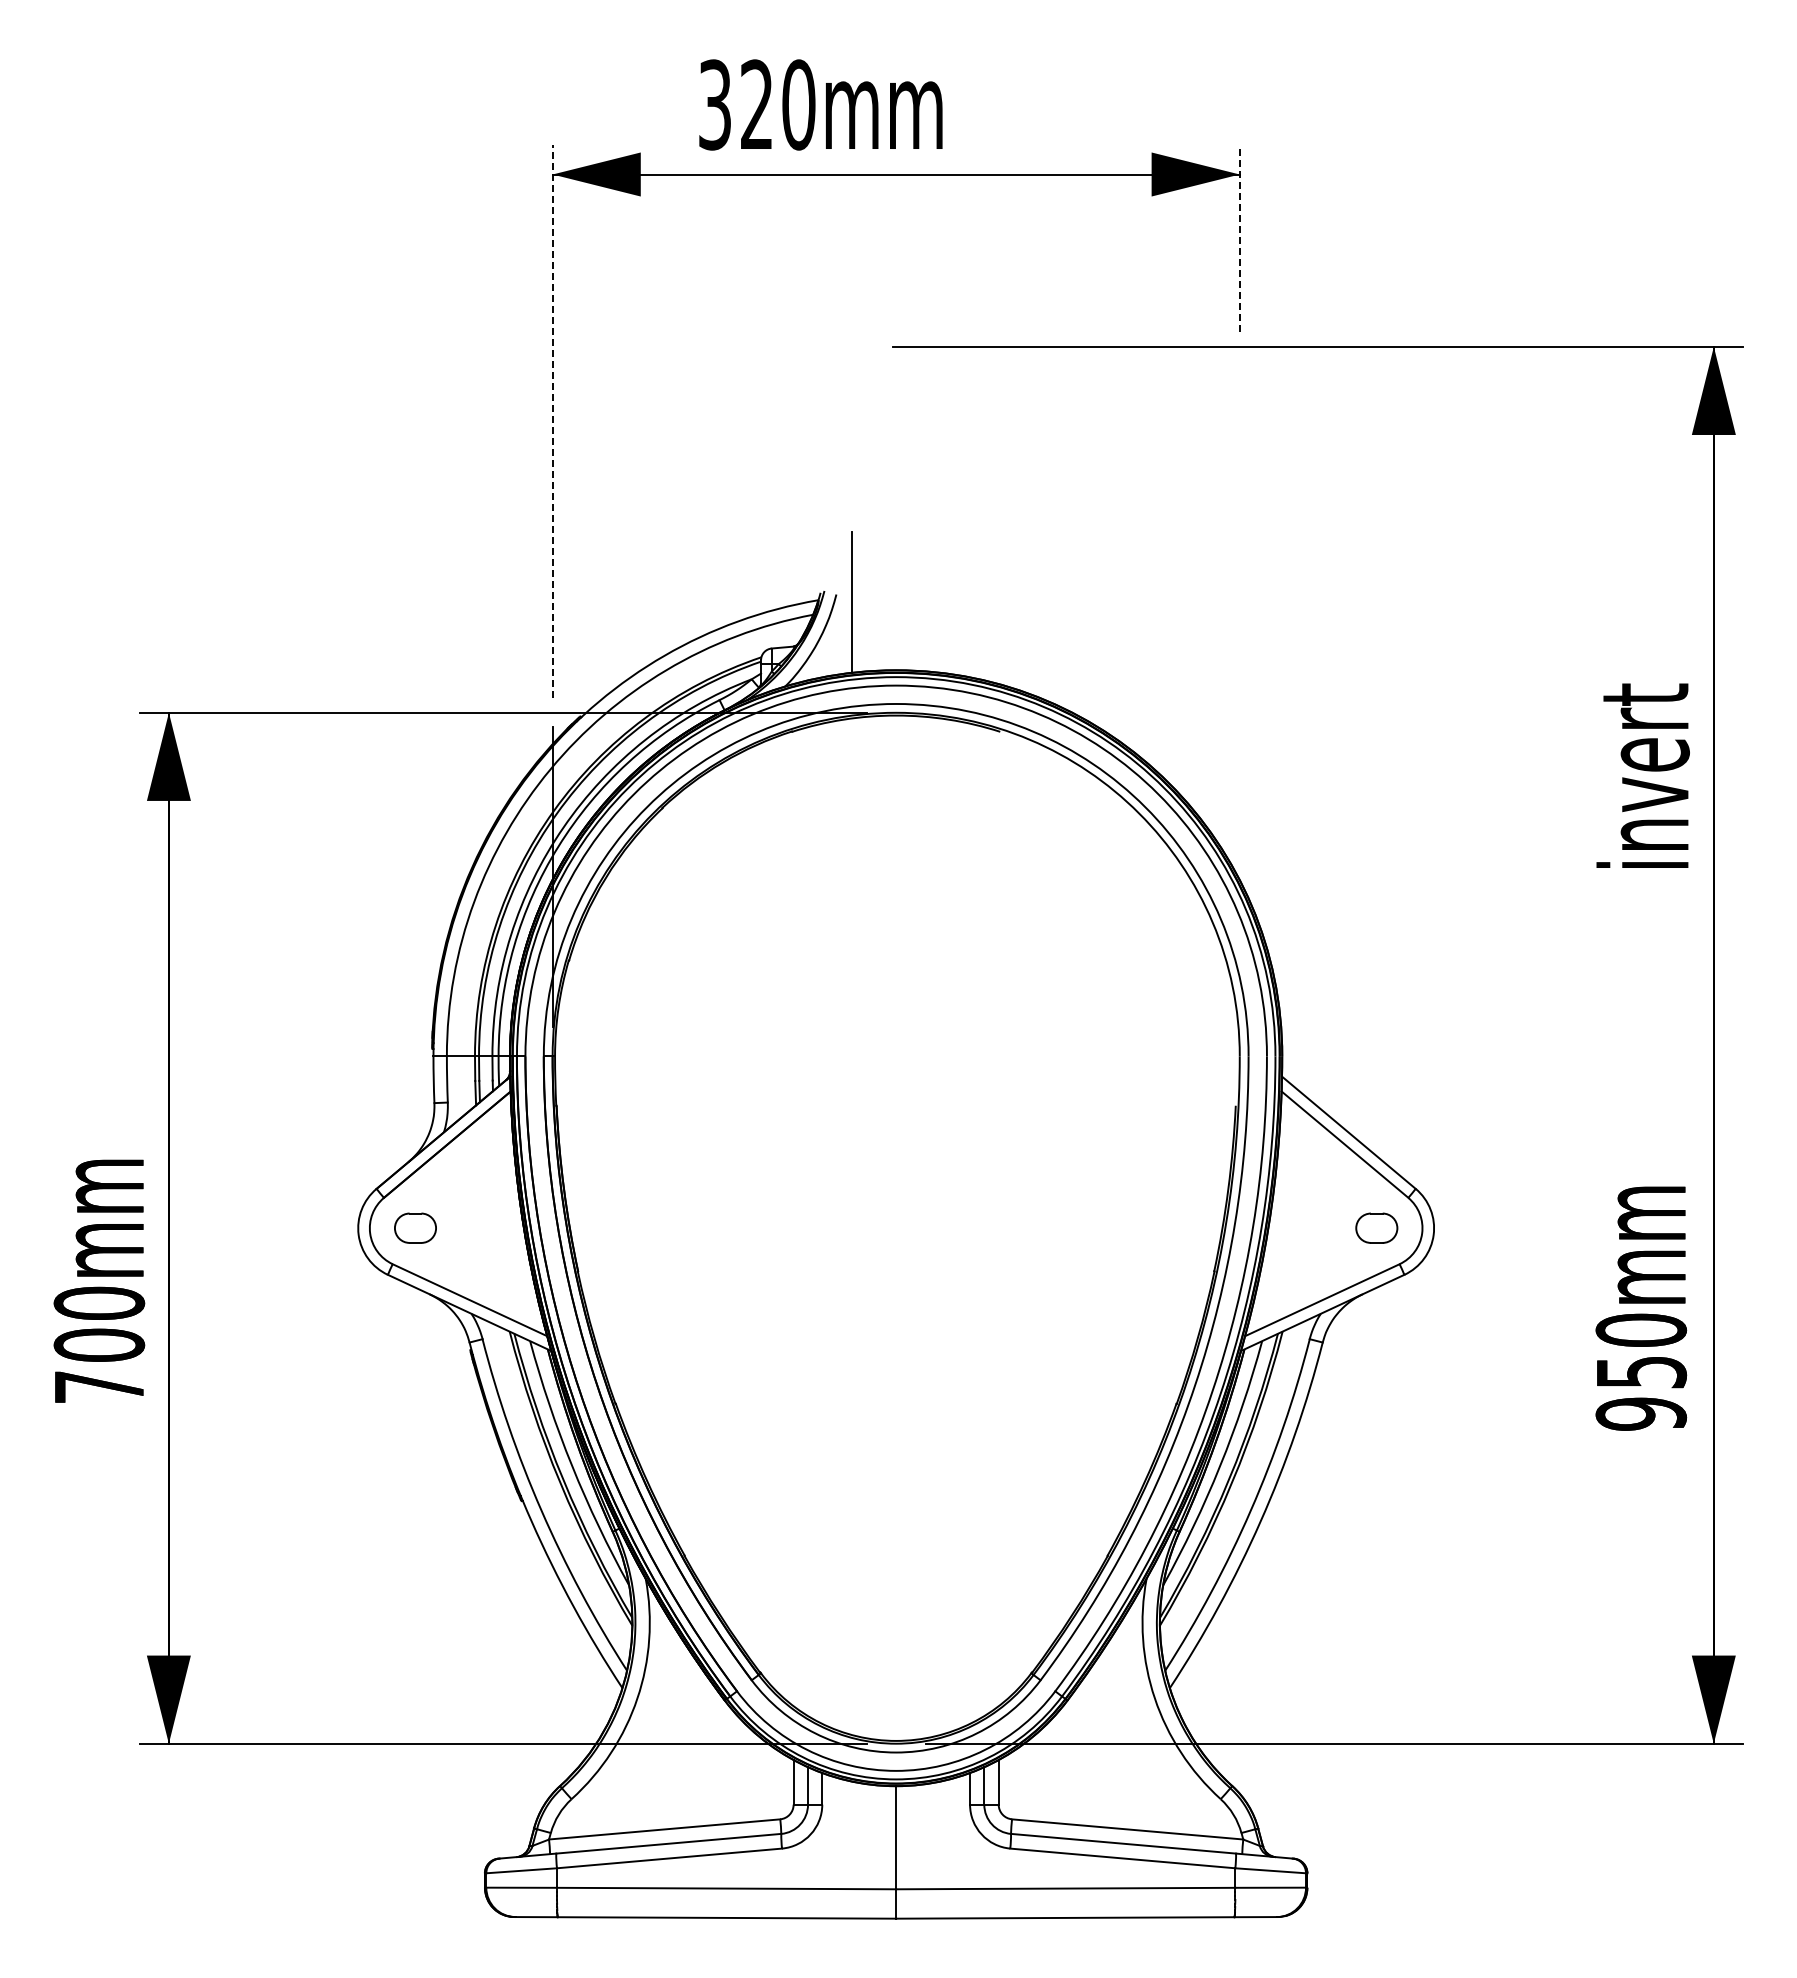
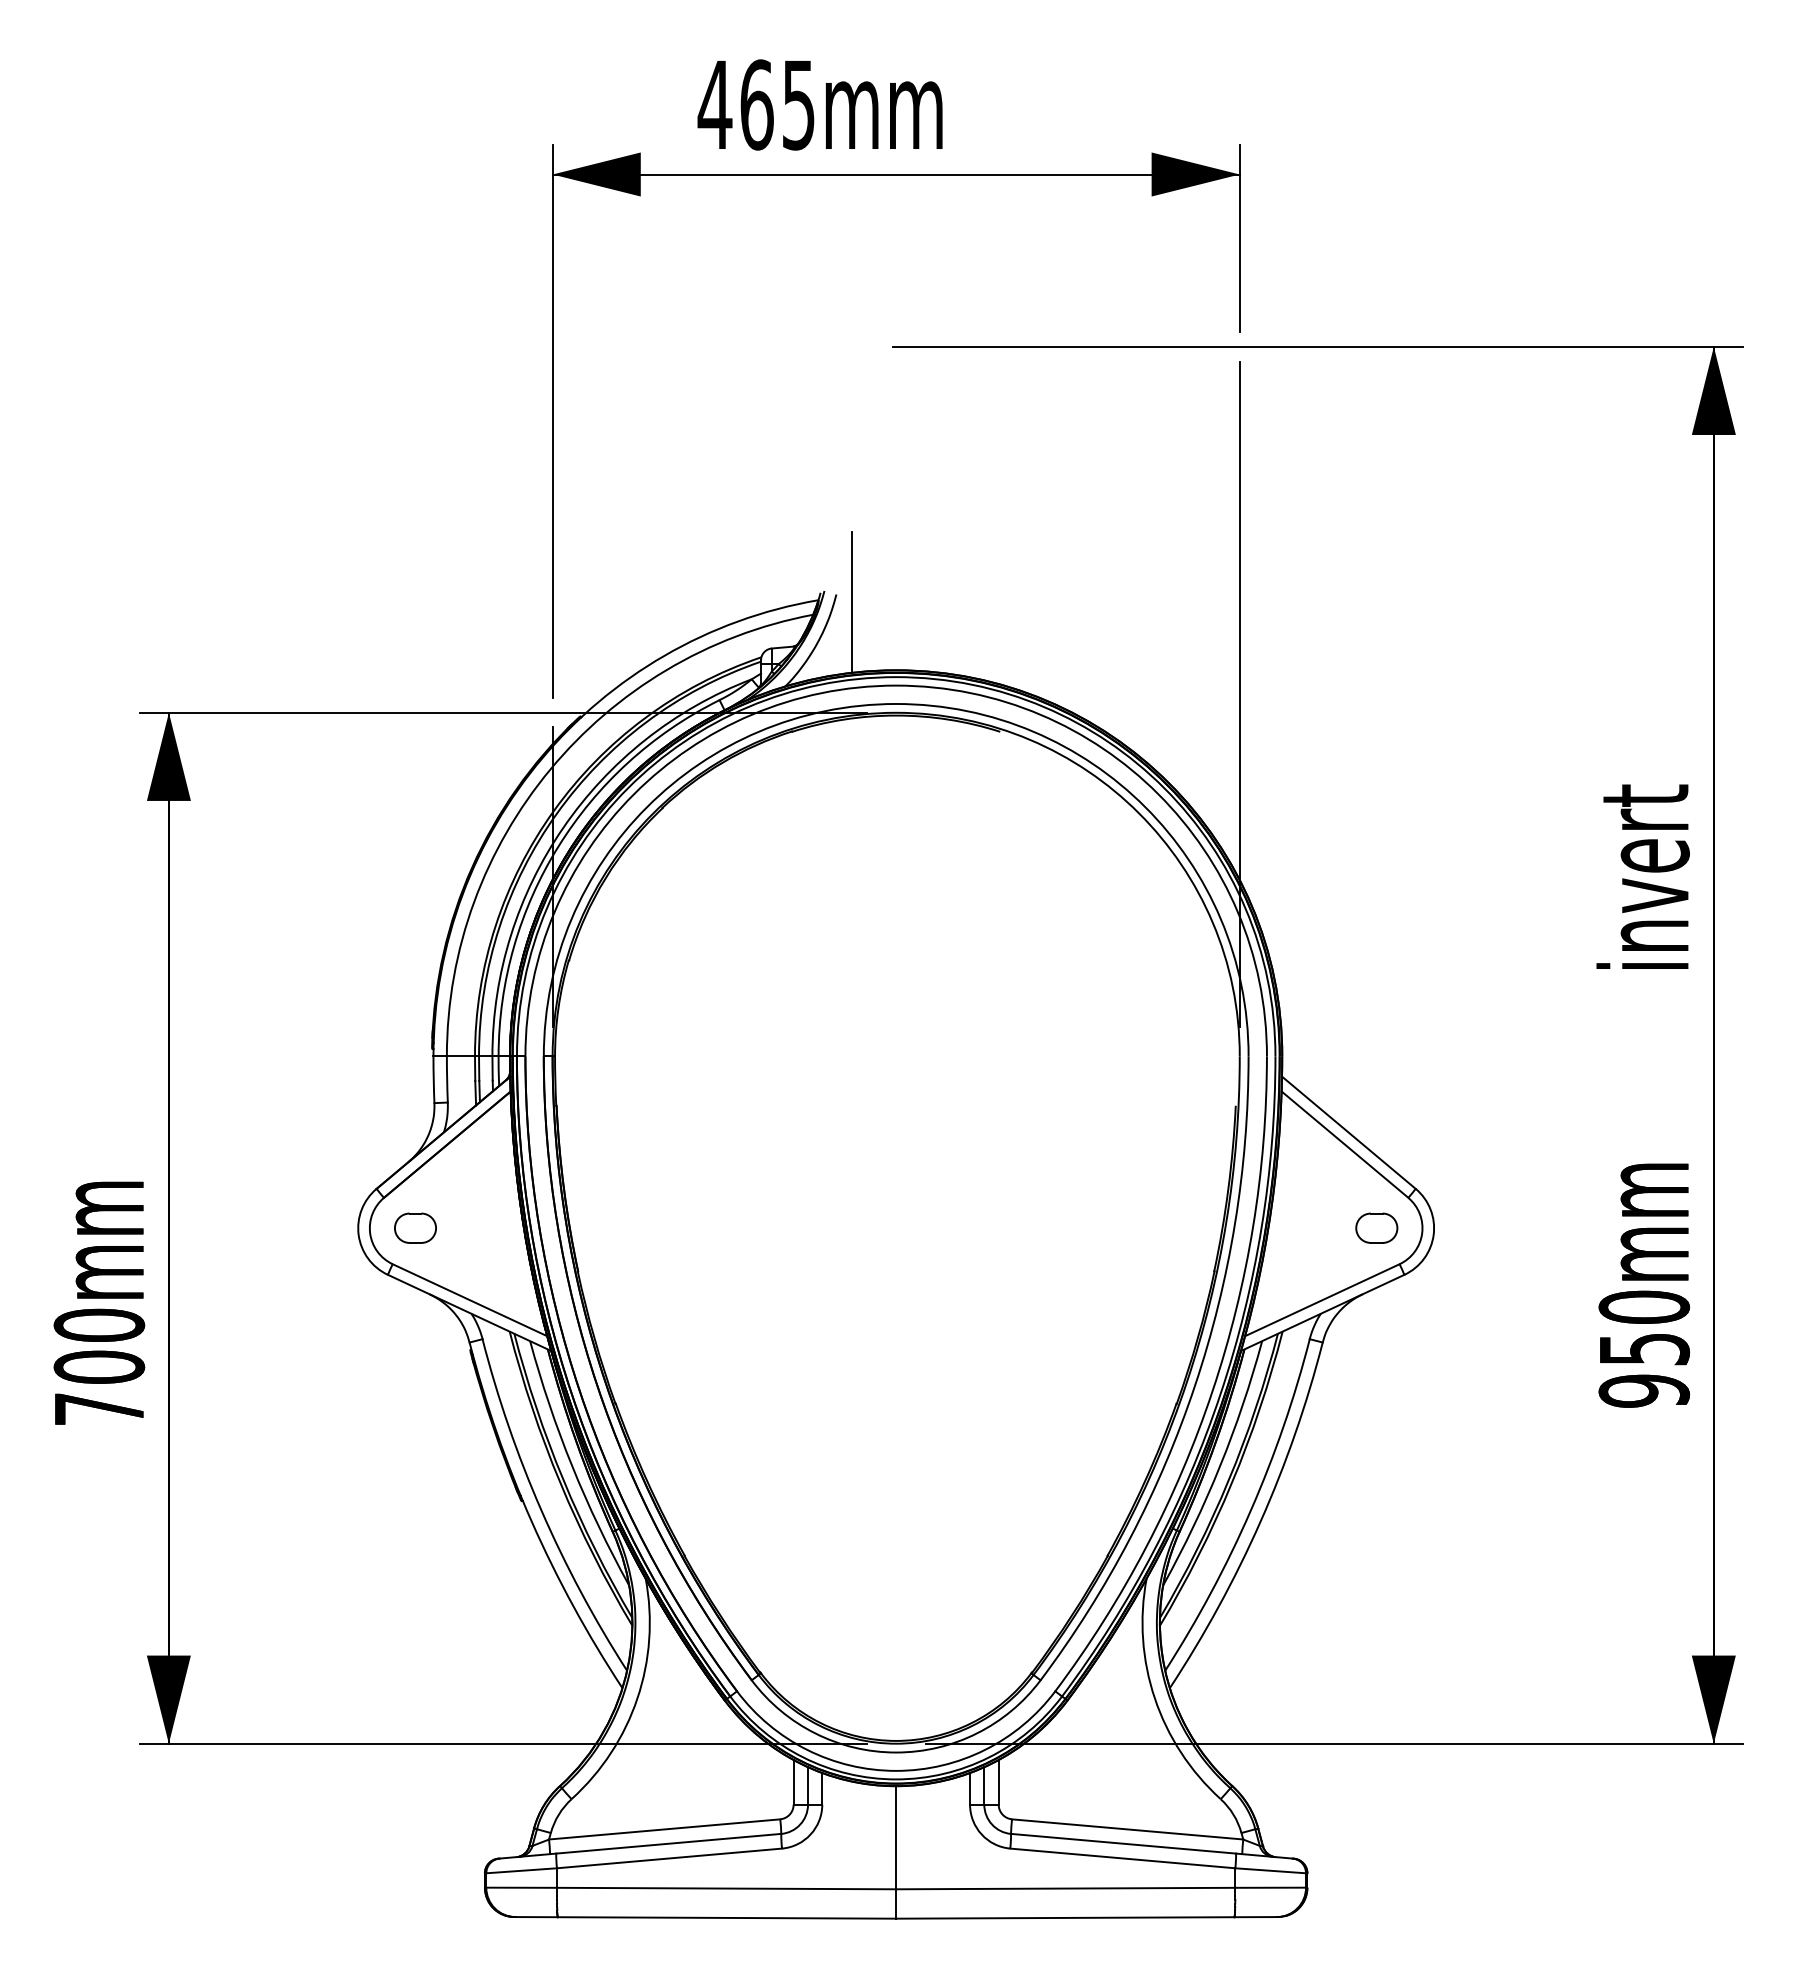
text at (756, 104): 320mm -> 465mm
line at (1239, 238): dashed -> solid
line at (552, 421): dashed -> solid
line at (1239, 693): none -> present
text at (1642, 775) position: (1642, 775) -> (1642, 876)
text at (99, 1280) position: (99, 1280) -> (99, 1302)
text at (1641, 1308) position: (1641, 1308) -> (1644, 1285)
